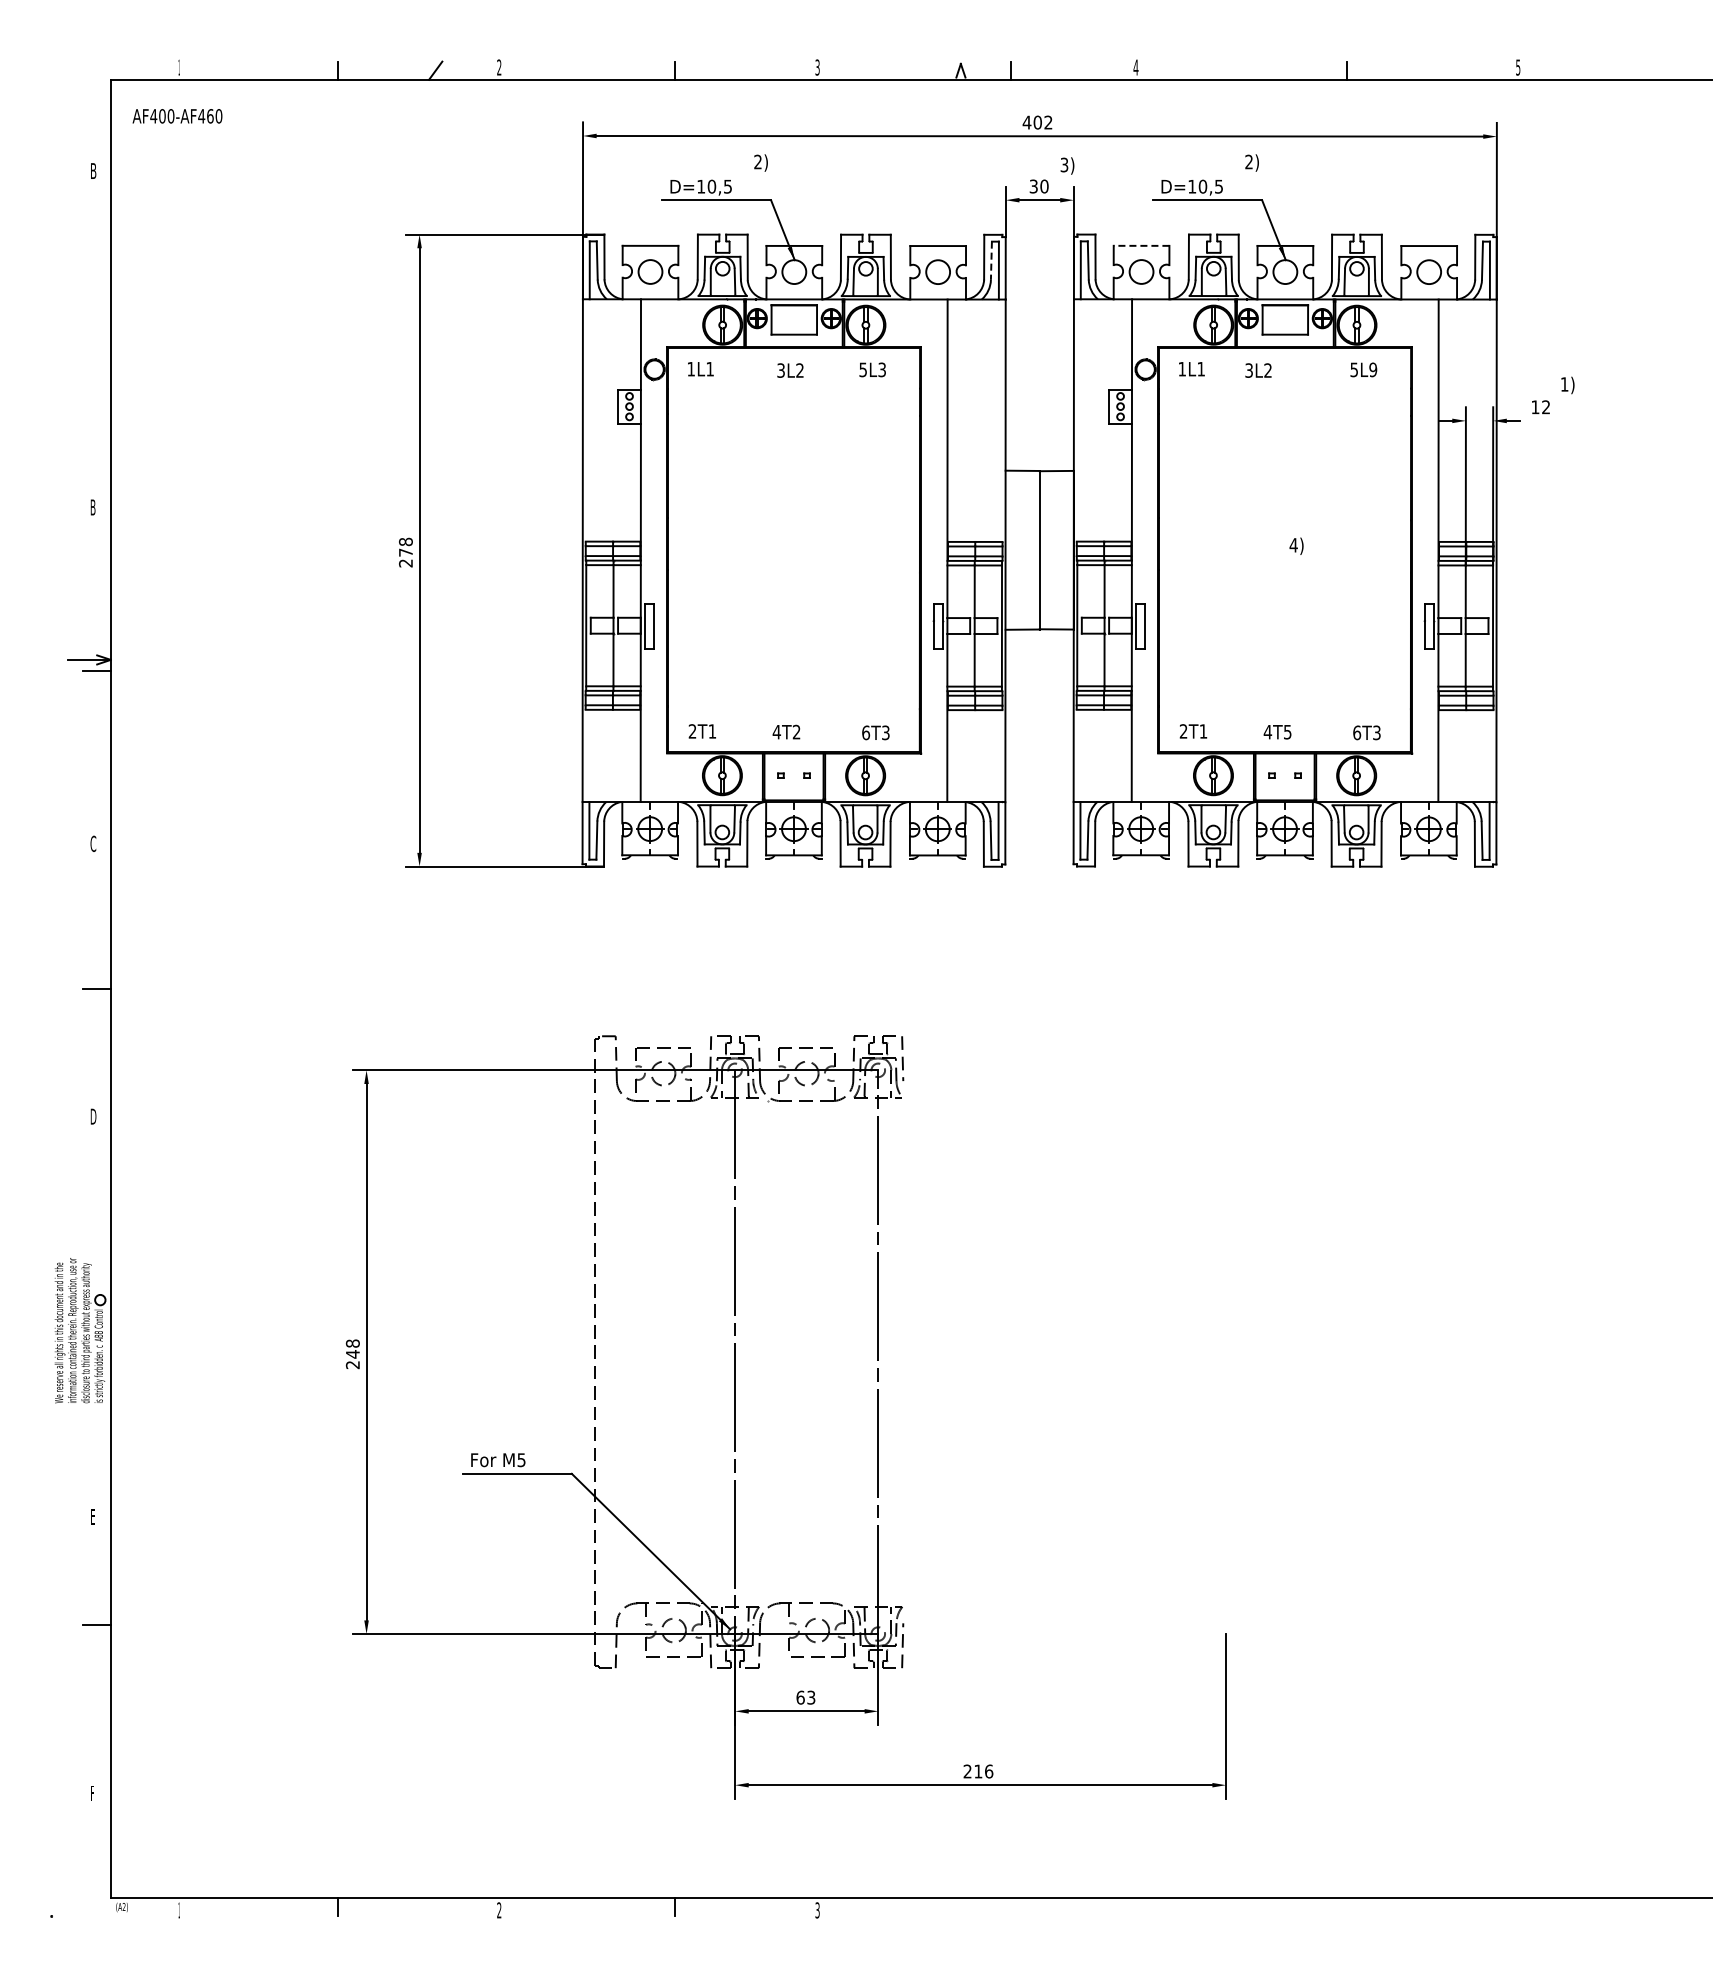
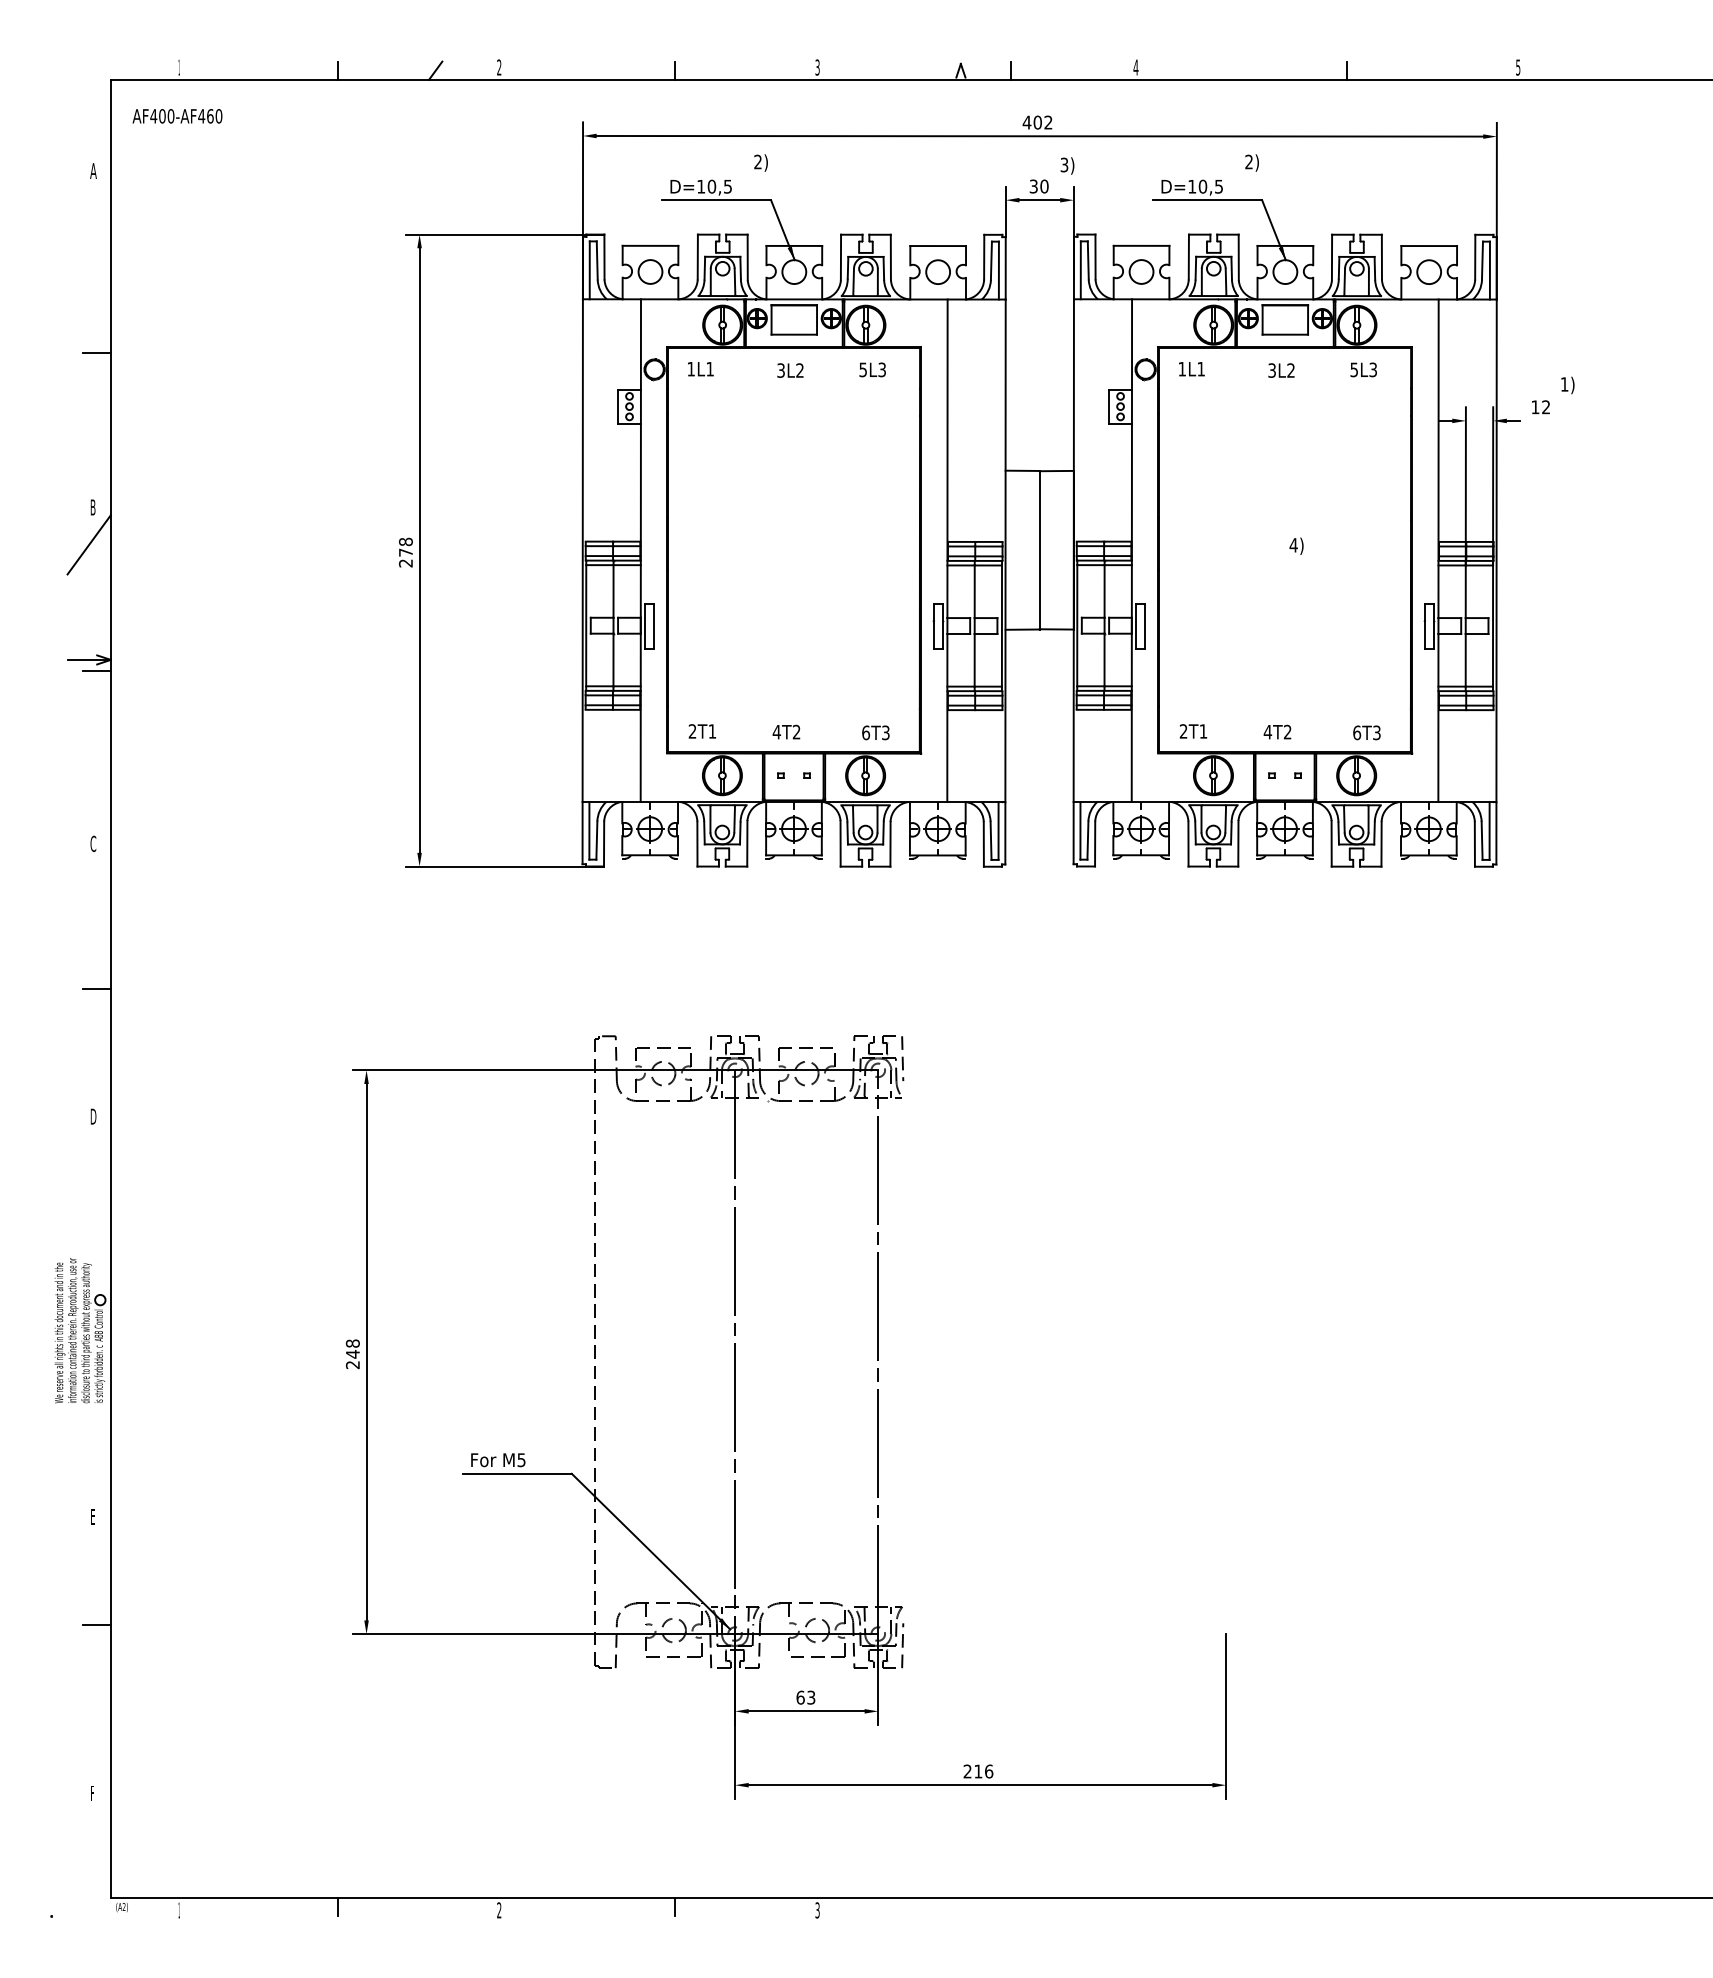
text at (93, 170): B -> A
line at (1141, 245): dashed -> solid
line at (991, 261): dashed -> solid
line at (96, 352): none -> present
text at (1373, 369): 5L9 -> 5L3
text at (1258, 370) position: (1258, 370) -> (1281, 370)
line at (88, 544): none -> present
text at (1287, 731): 4T5 -> 4T2
